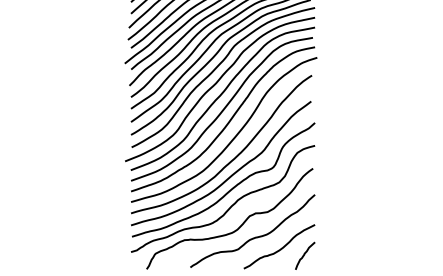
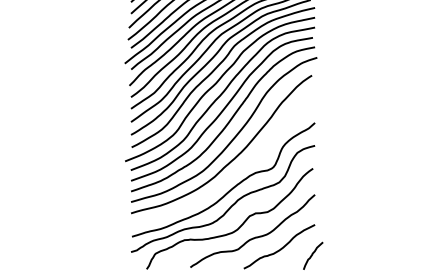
curve at (232, 173): present -> none
curve at (305, 254) position: (305, 254) -> (313, 254)
